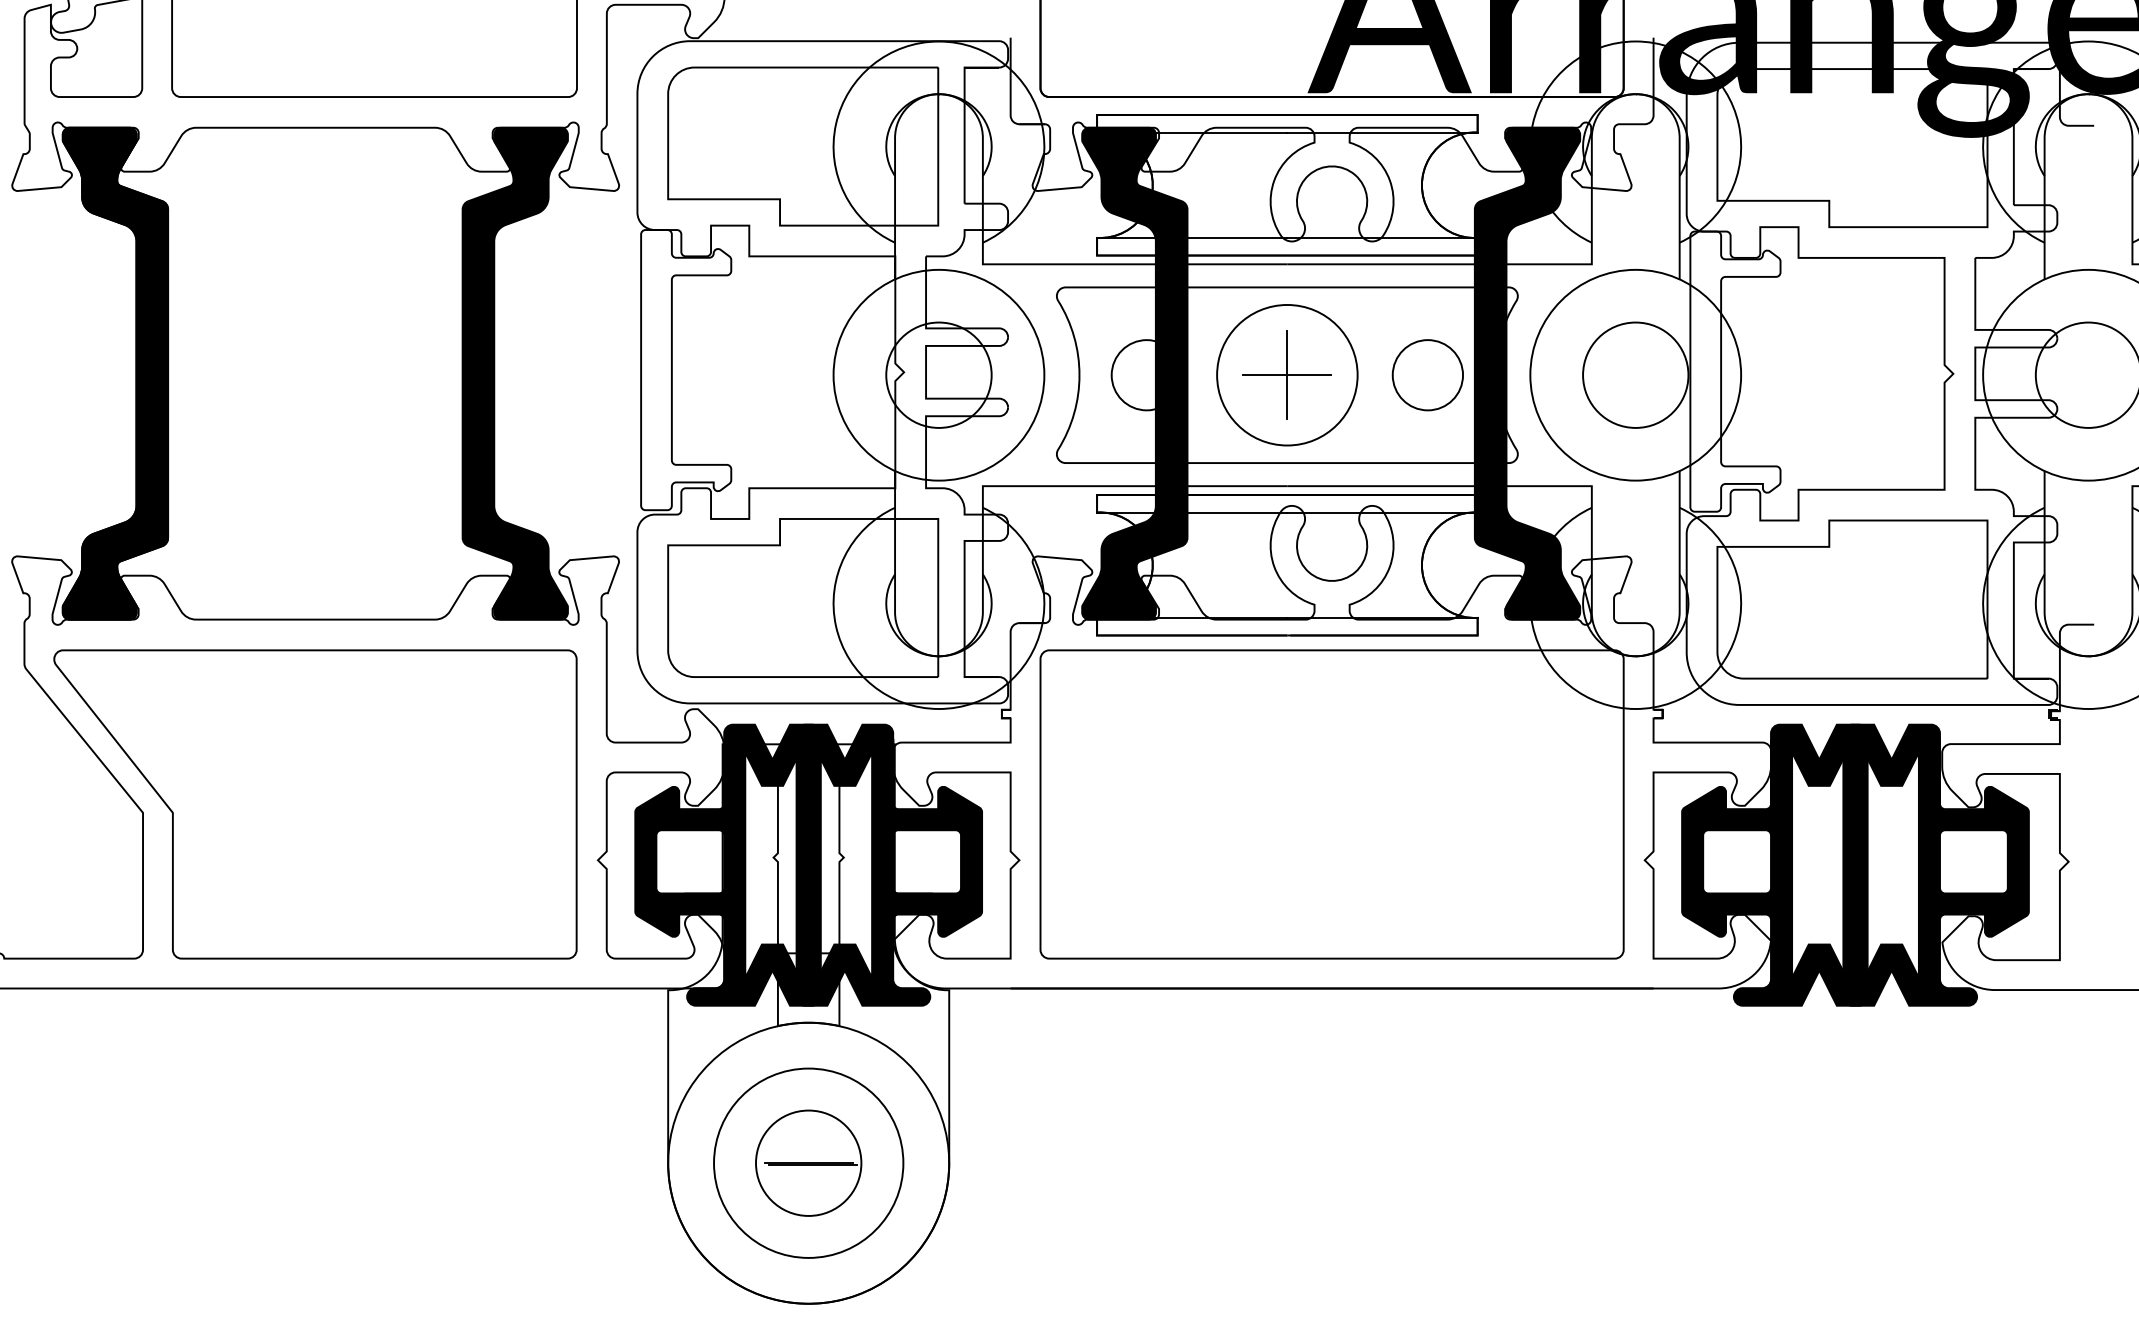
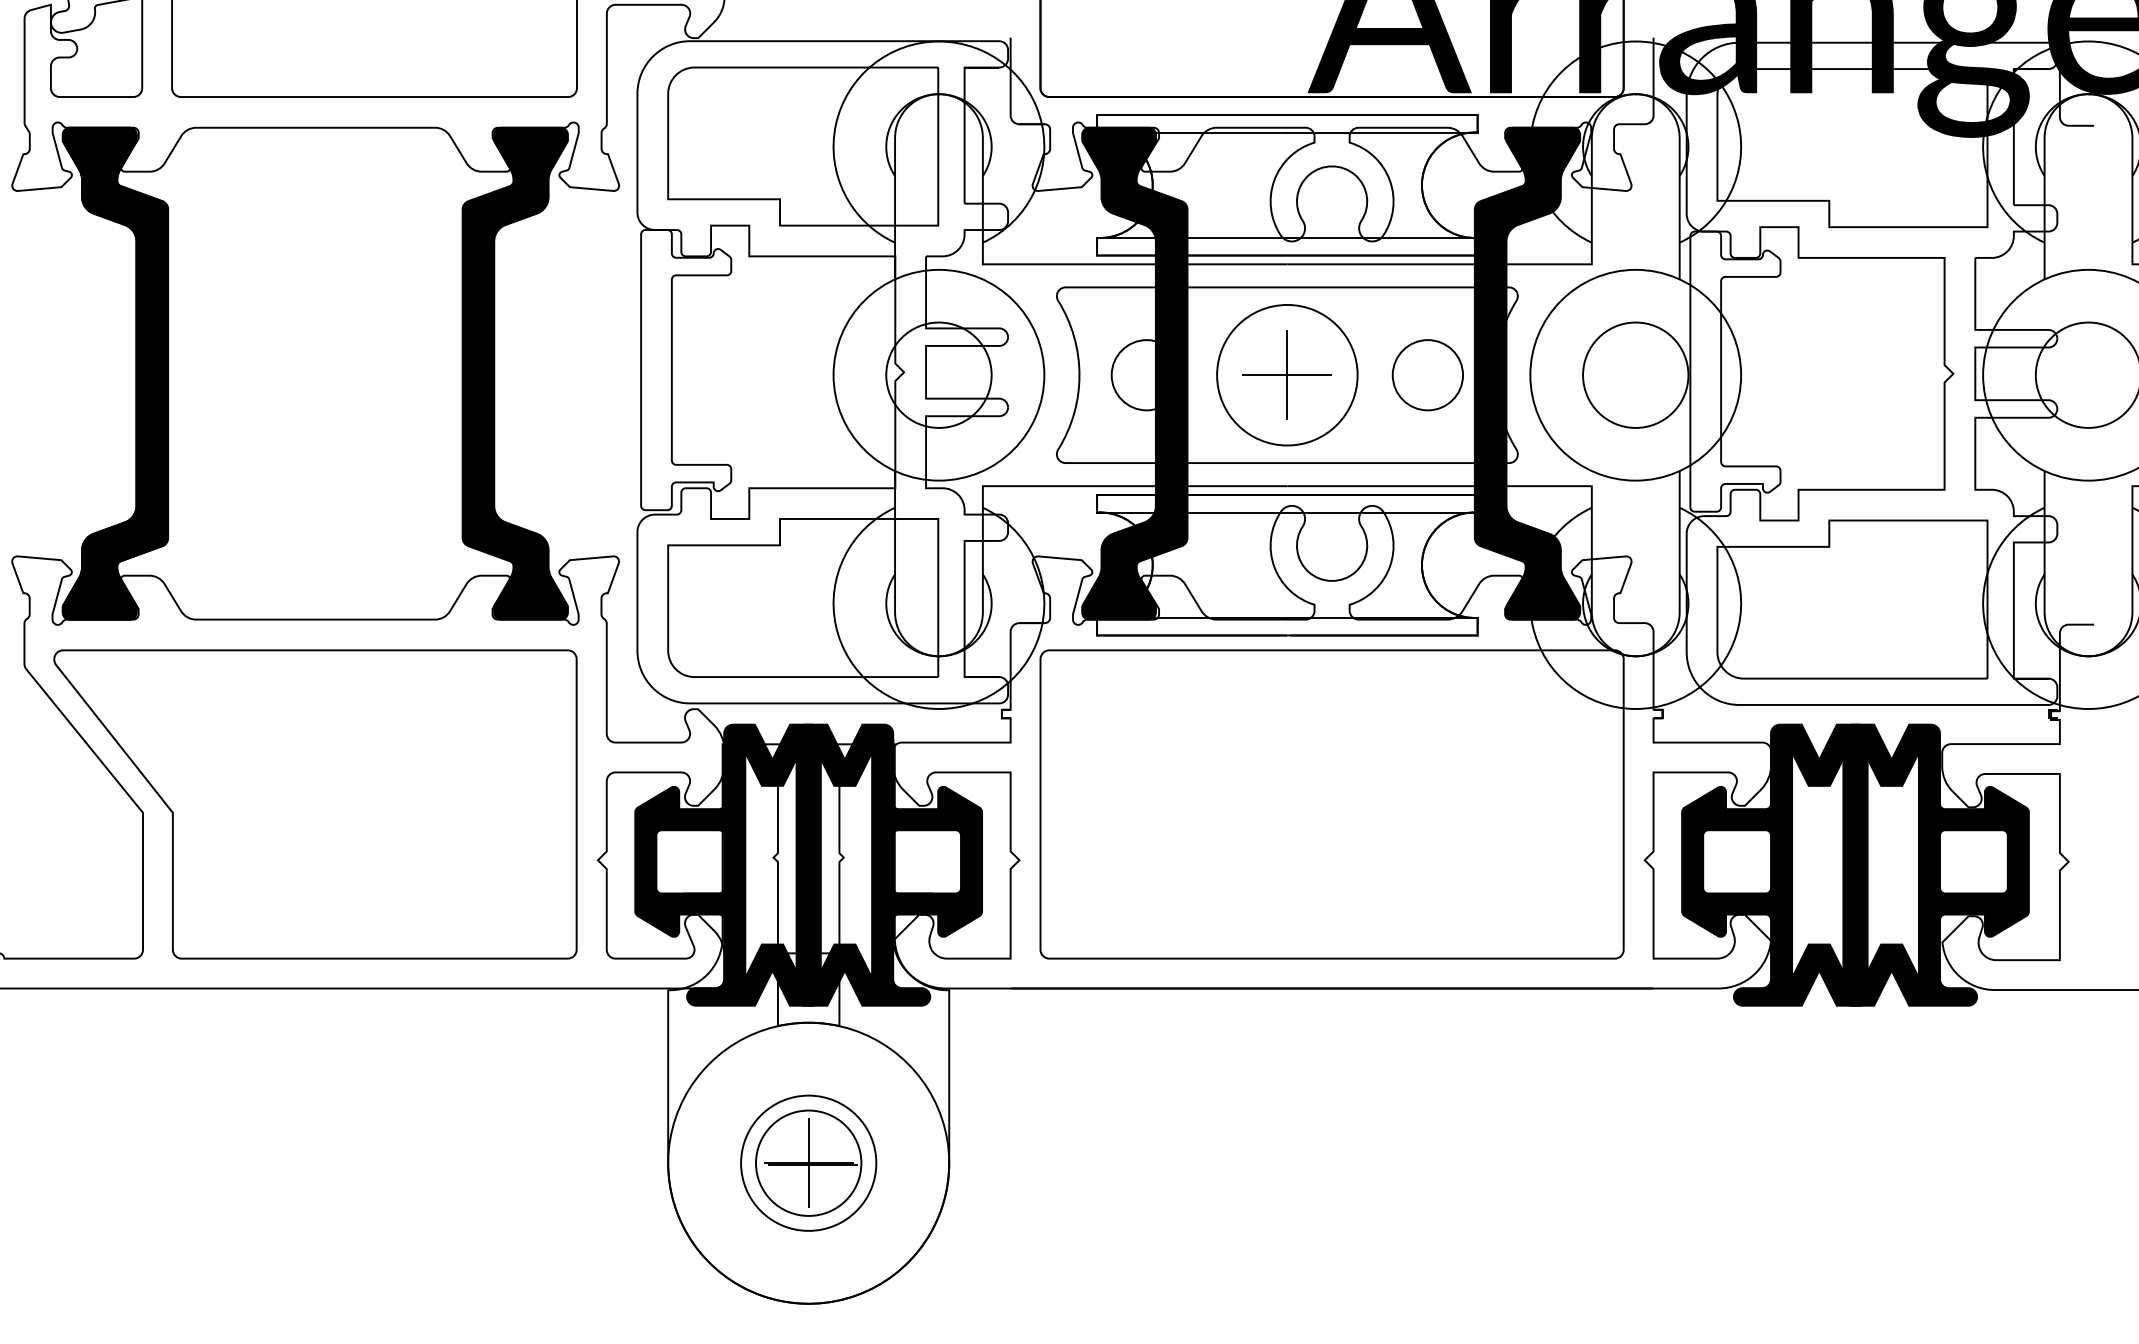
circle at (808, 1162) diameter: 189 px -> 135 px
line at (808, 1163): none -> present
